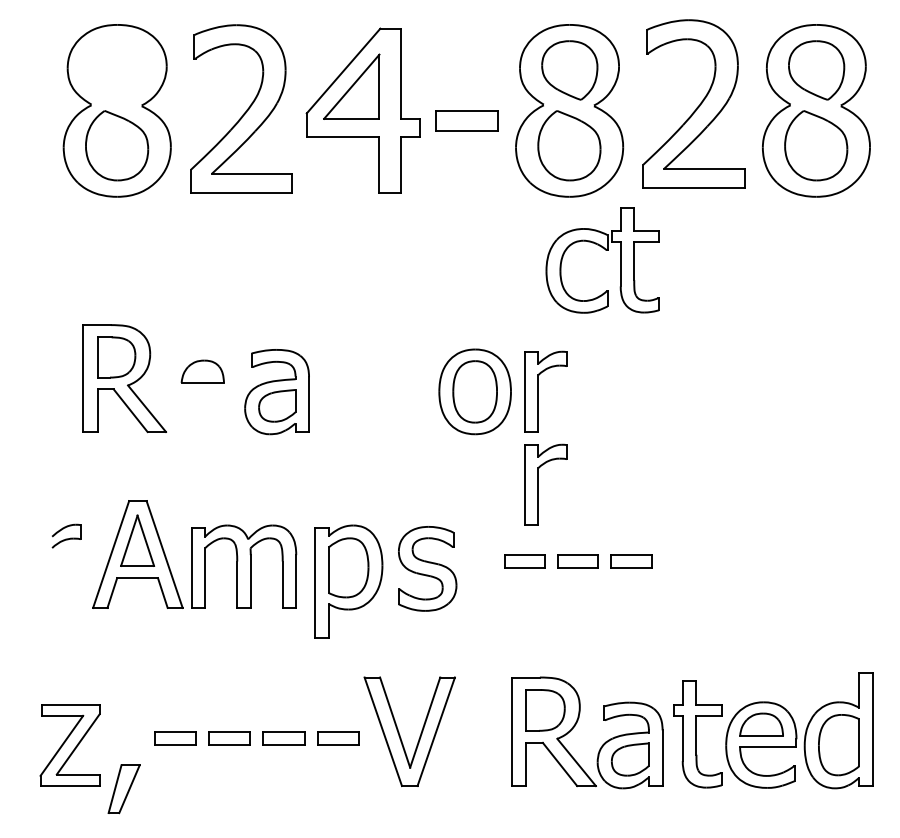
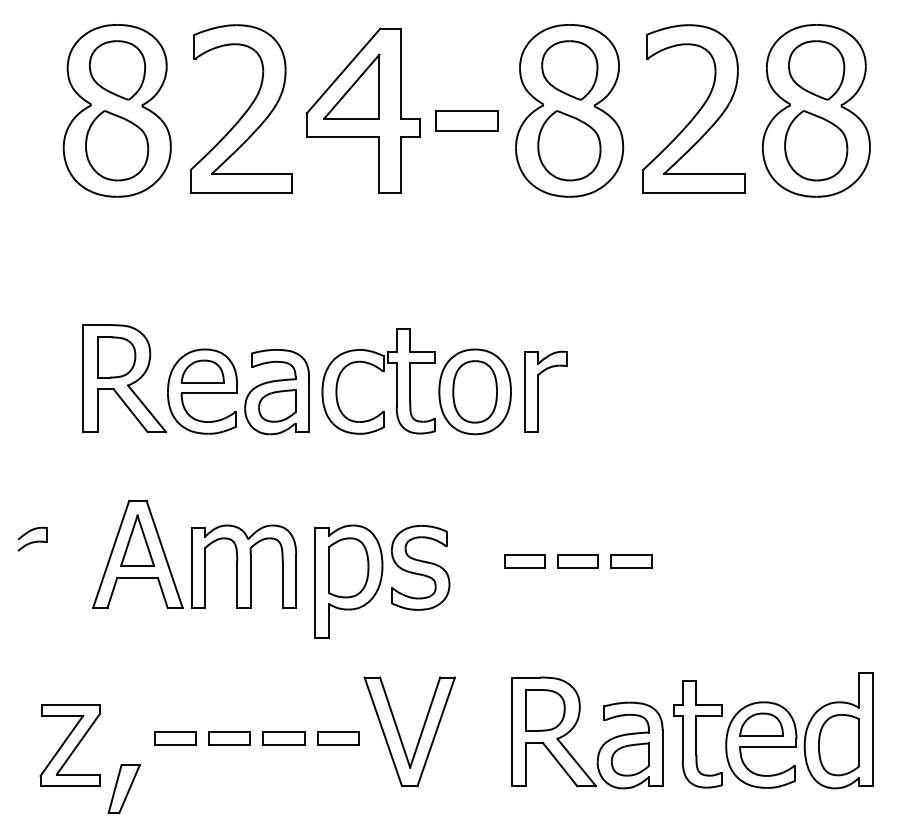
part at (117, 70): none -> present
part at (693, 103) position: (693, 103) -> (693, 108)
part at (605, 250) position: (605, 250) -> (381, 371)
part at (202, 391): none -> present
part at (538, 484): present -> none
part at (66, 535) position: (66, 535) -> (32, 538)
part at (427, 568) position: (427, 568) -> (420, 567)
